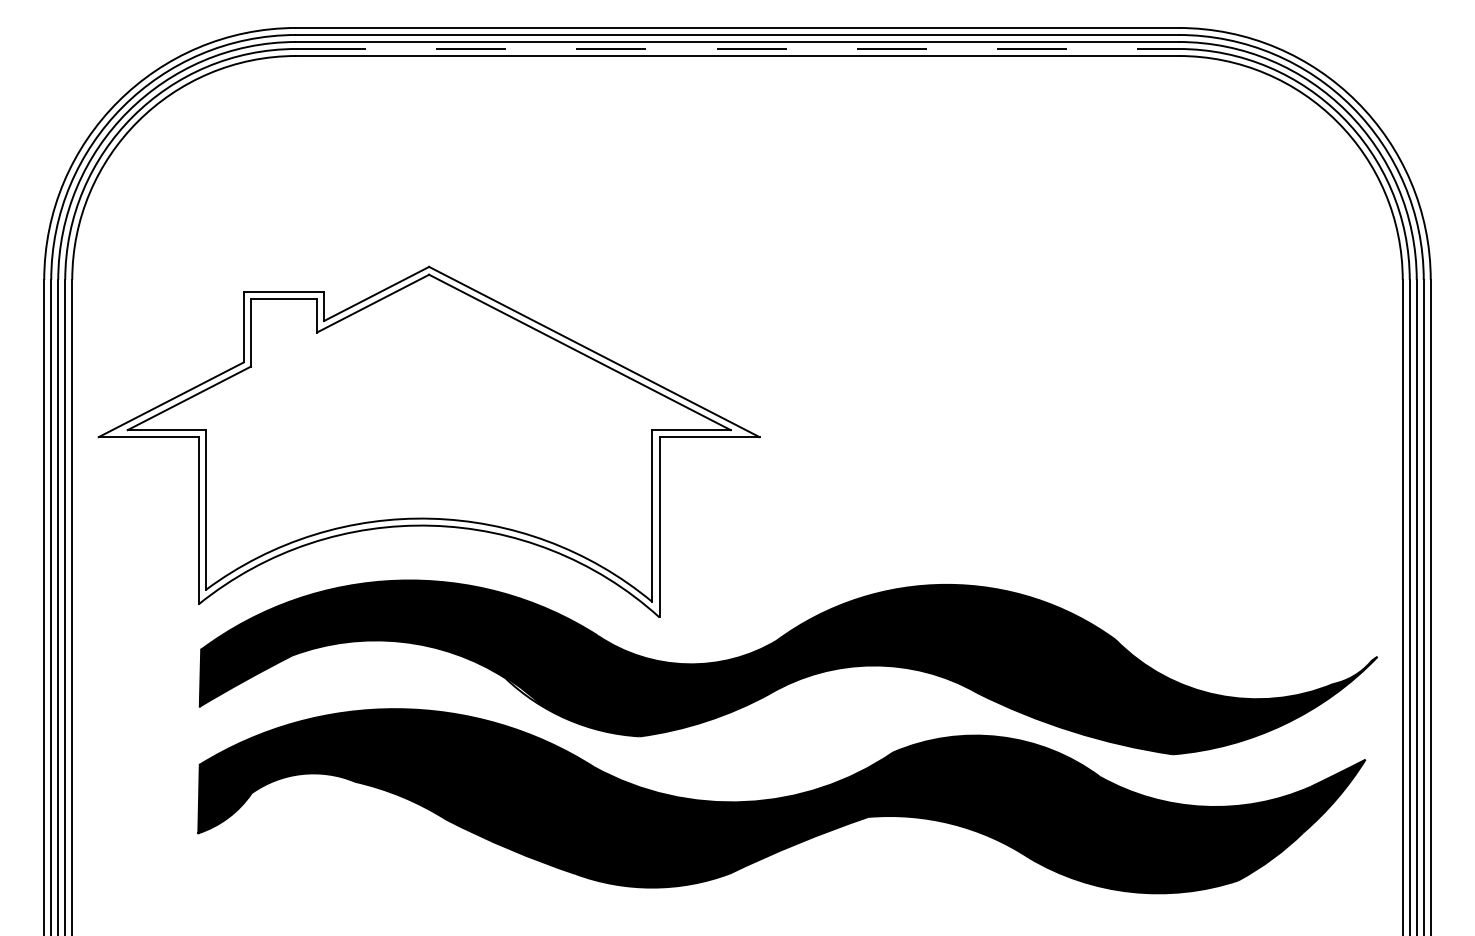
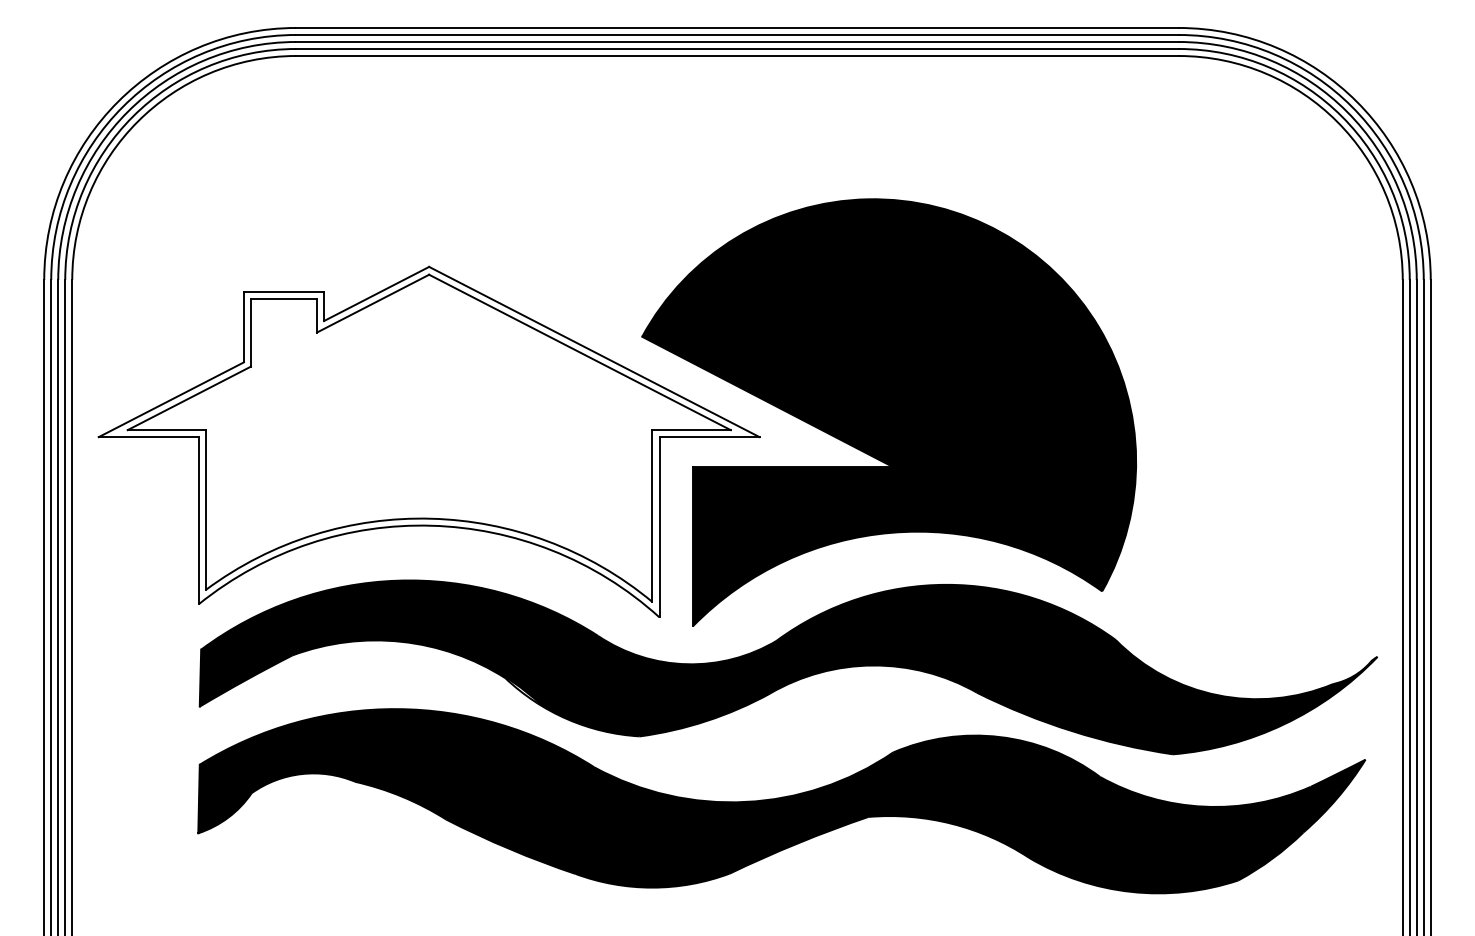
line at (738, 49): dashed -> solid
part at (888, 412): none -> present
